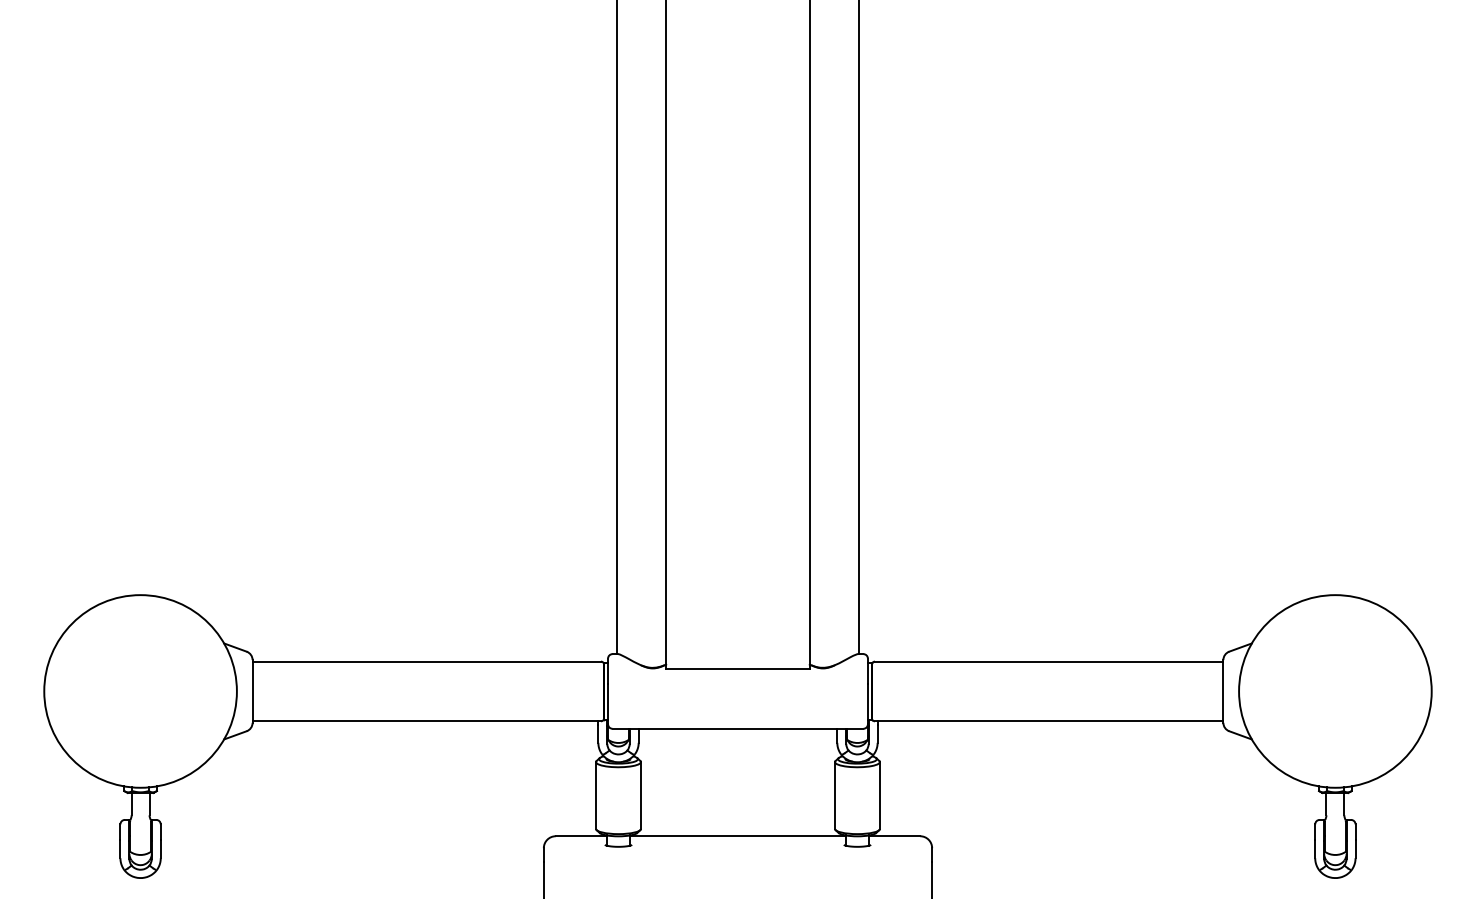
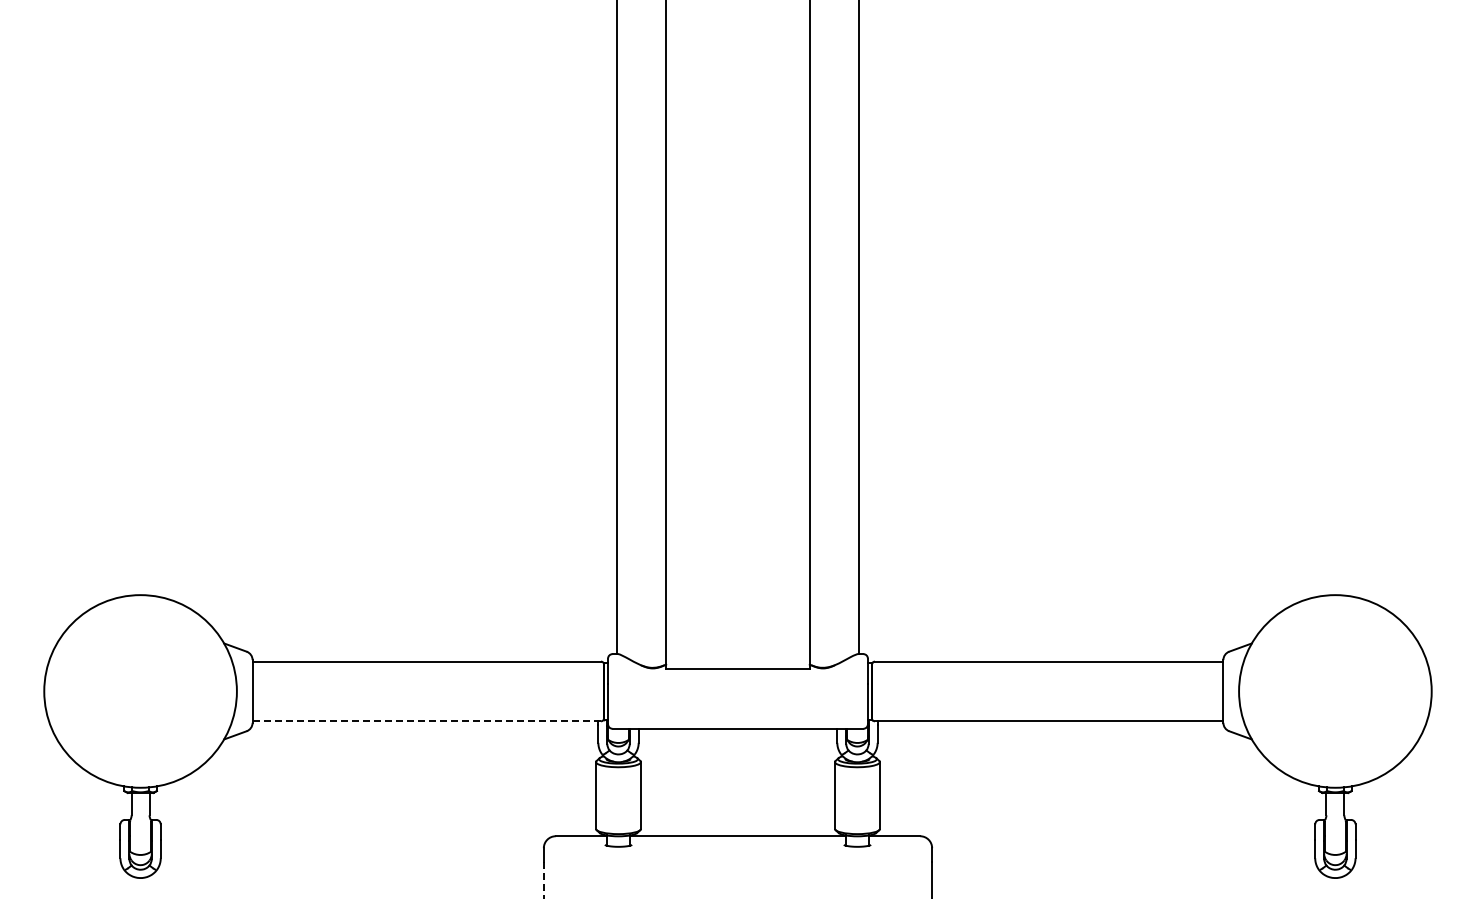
line at (426, 721): solid -> dashed
line at (543, 880): solid -> dashed
